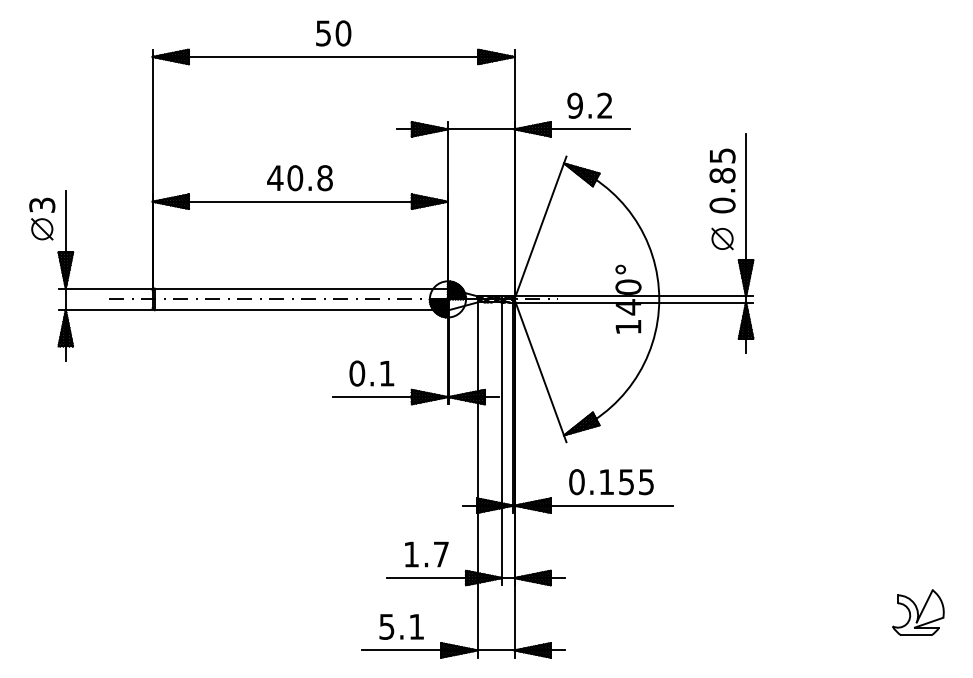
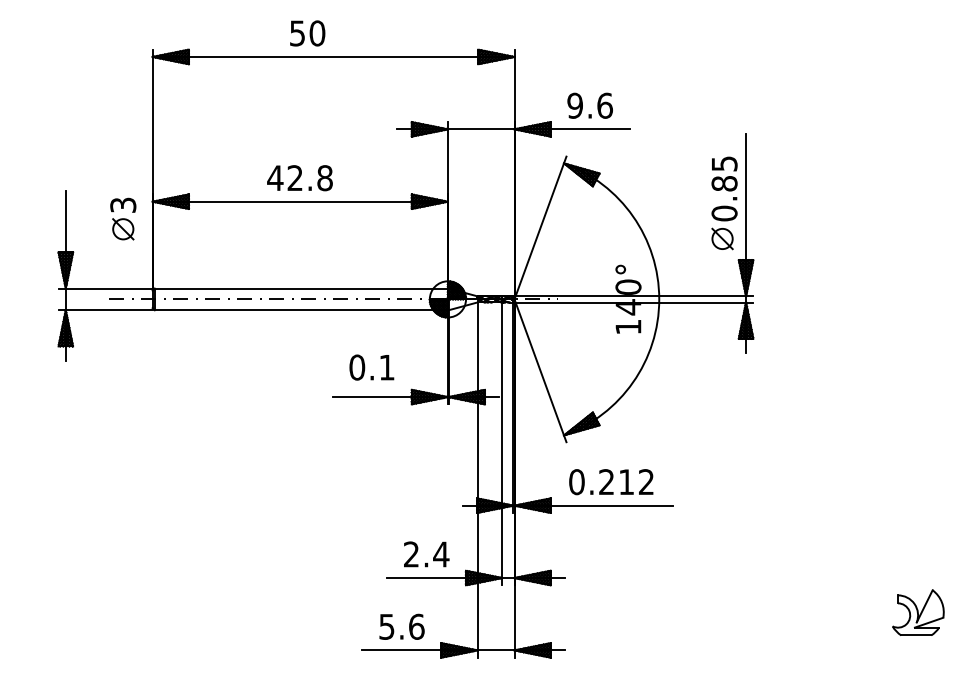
text at (333, 33) position: (333, 33) -> (307, 33)
text at (604, 105): 9.2 -> 9.6
text at (295, 178): 40.8 -> 42.8
text at (722, 180) position: (722, 180) -> (724, 188)
part at (42, 218) position: (42, 218) -> (123, 218)
text at (371, 373) position: (371, 373) -> (371, 367)
text at (626, 482): 0.155 -> 0.212
text at (426, 554): 1.7 -> 2.4
text at (416, 626): 5.1 -> 5.6
